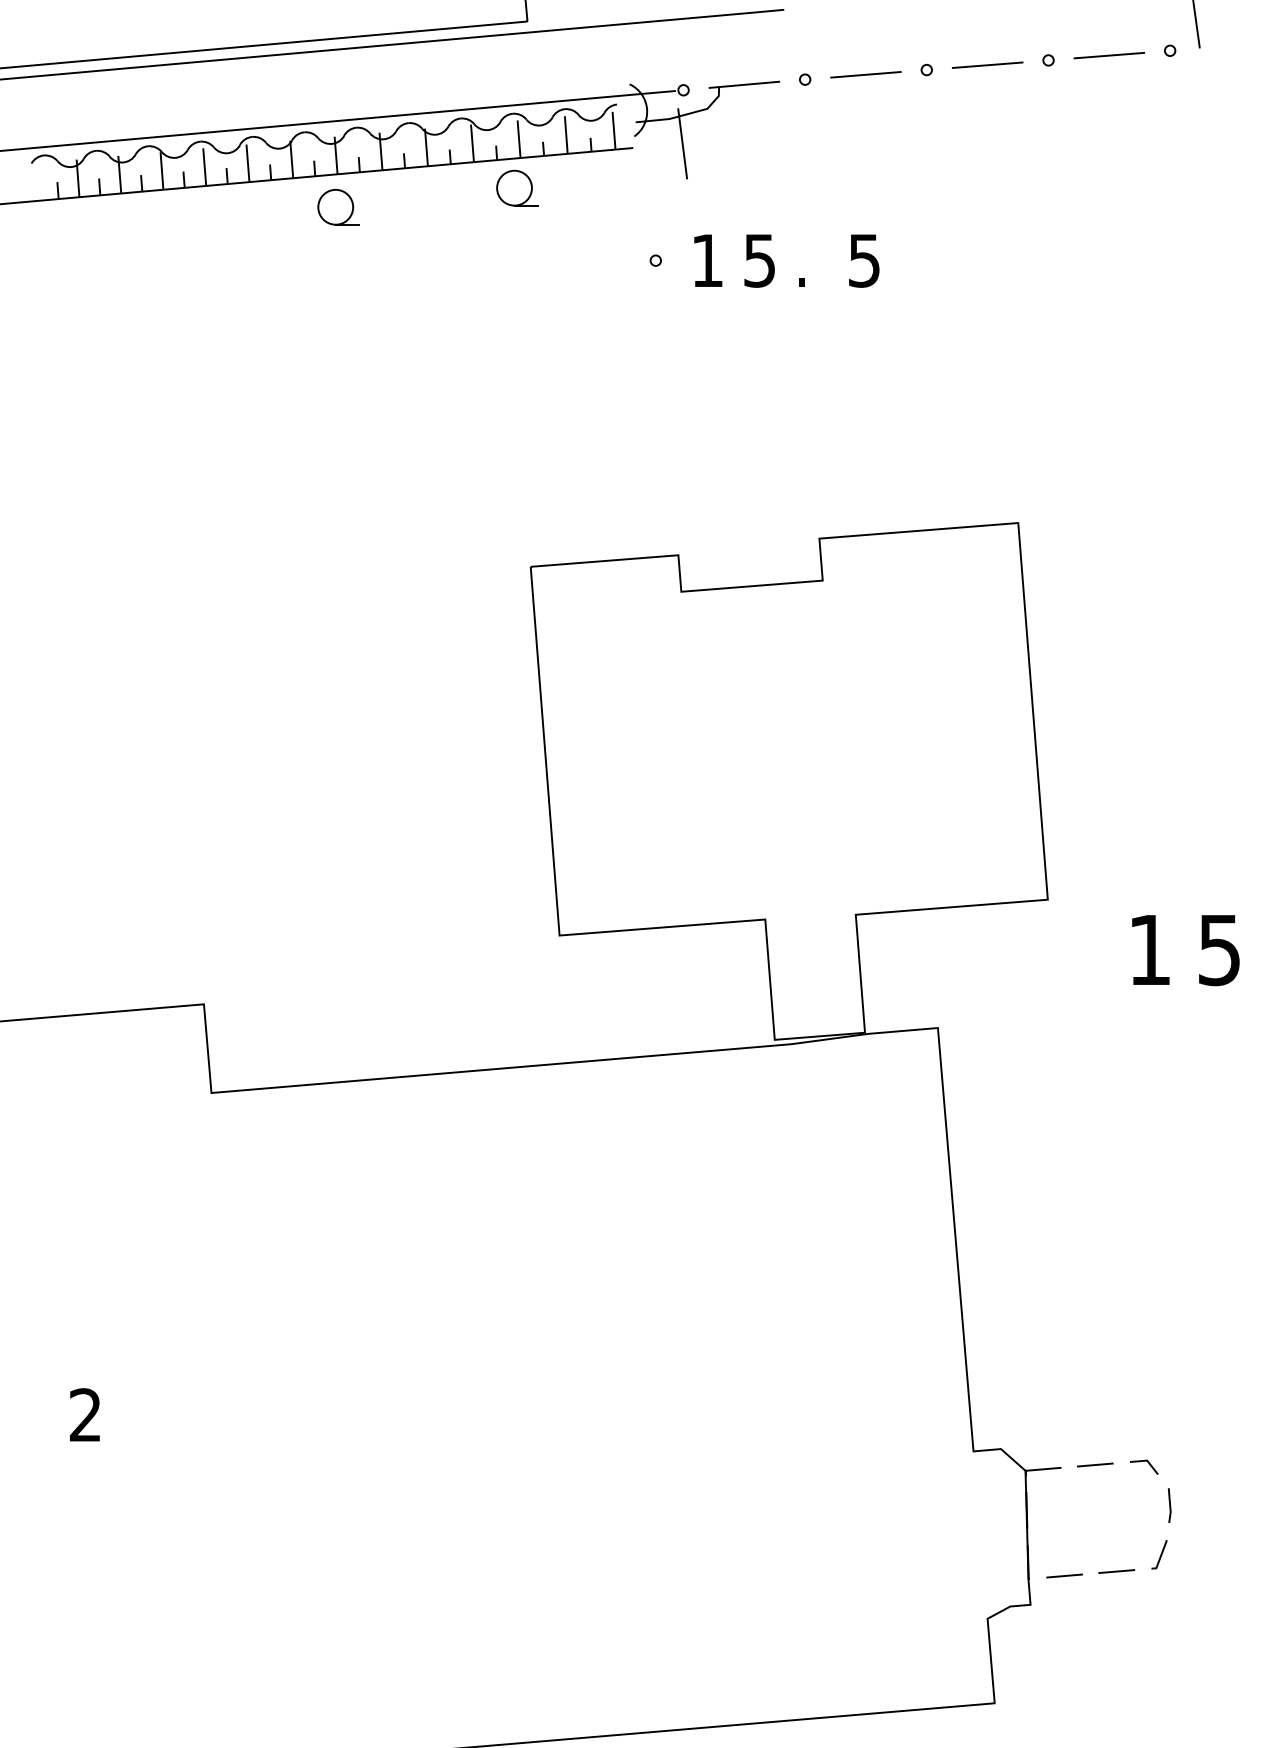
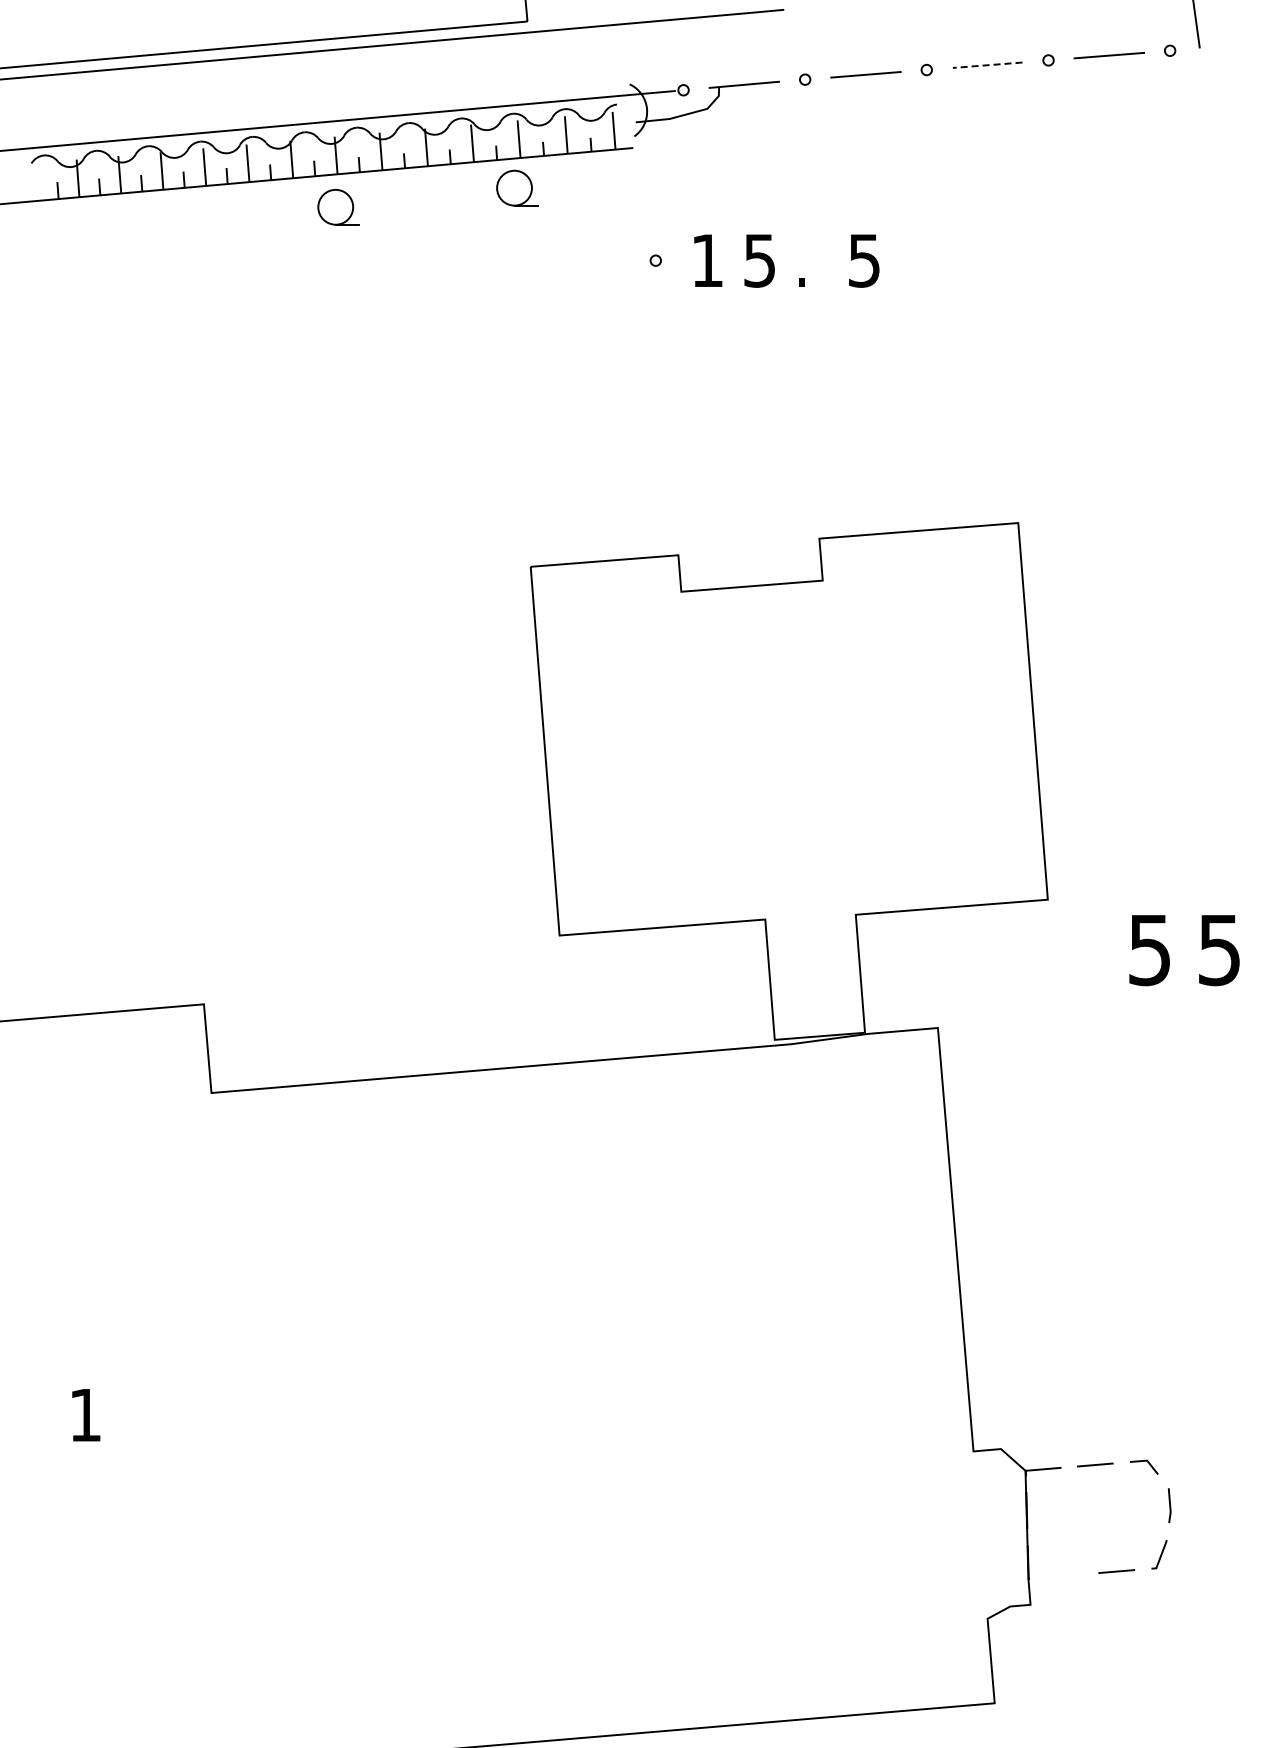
line at (987, 65): solid -> dashed
line at (682, 143): present -> none
text at (1149, 950): 1 -> 5
text at (85, 1414): 2 -> 1
line at (1064, 1575): present -> none
